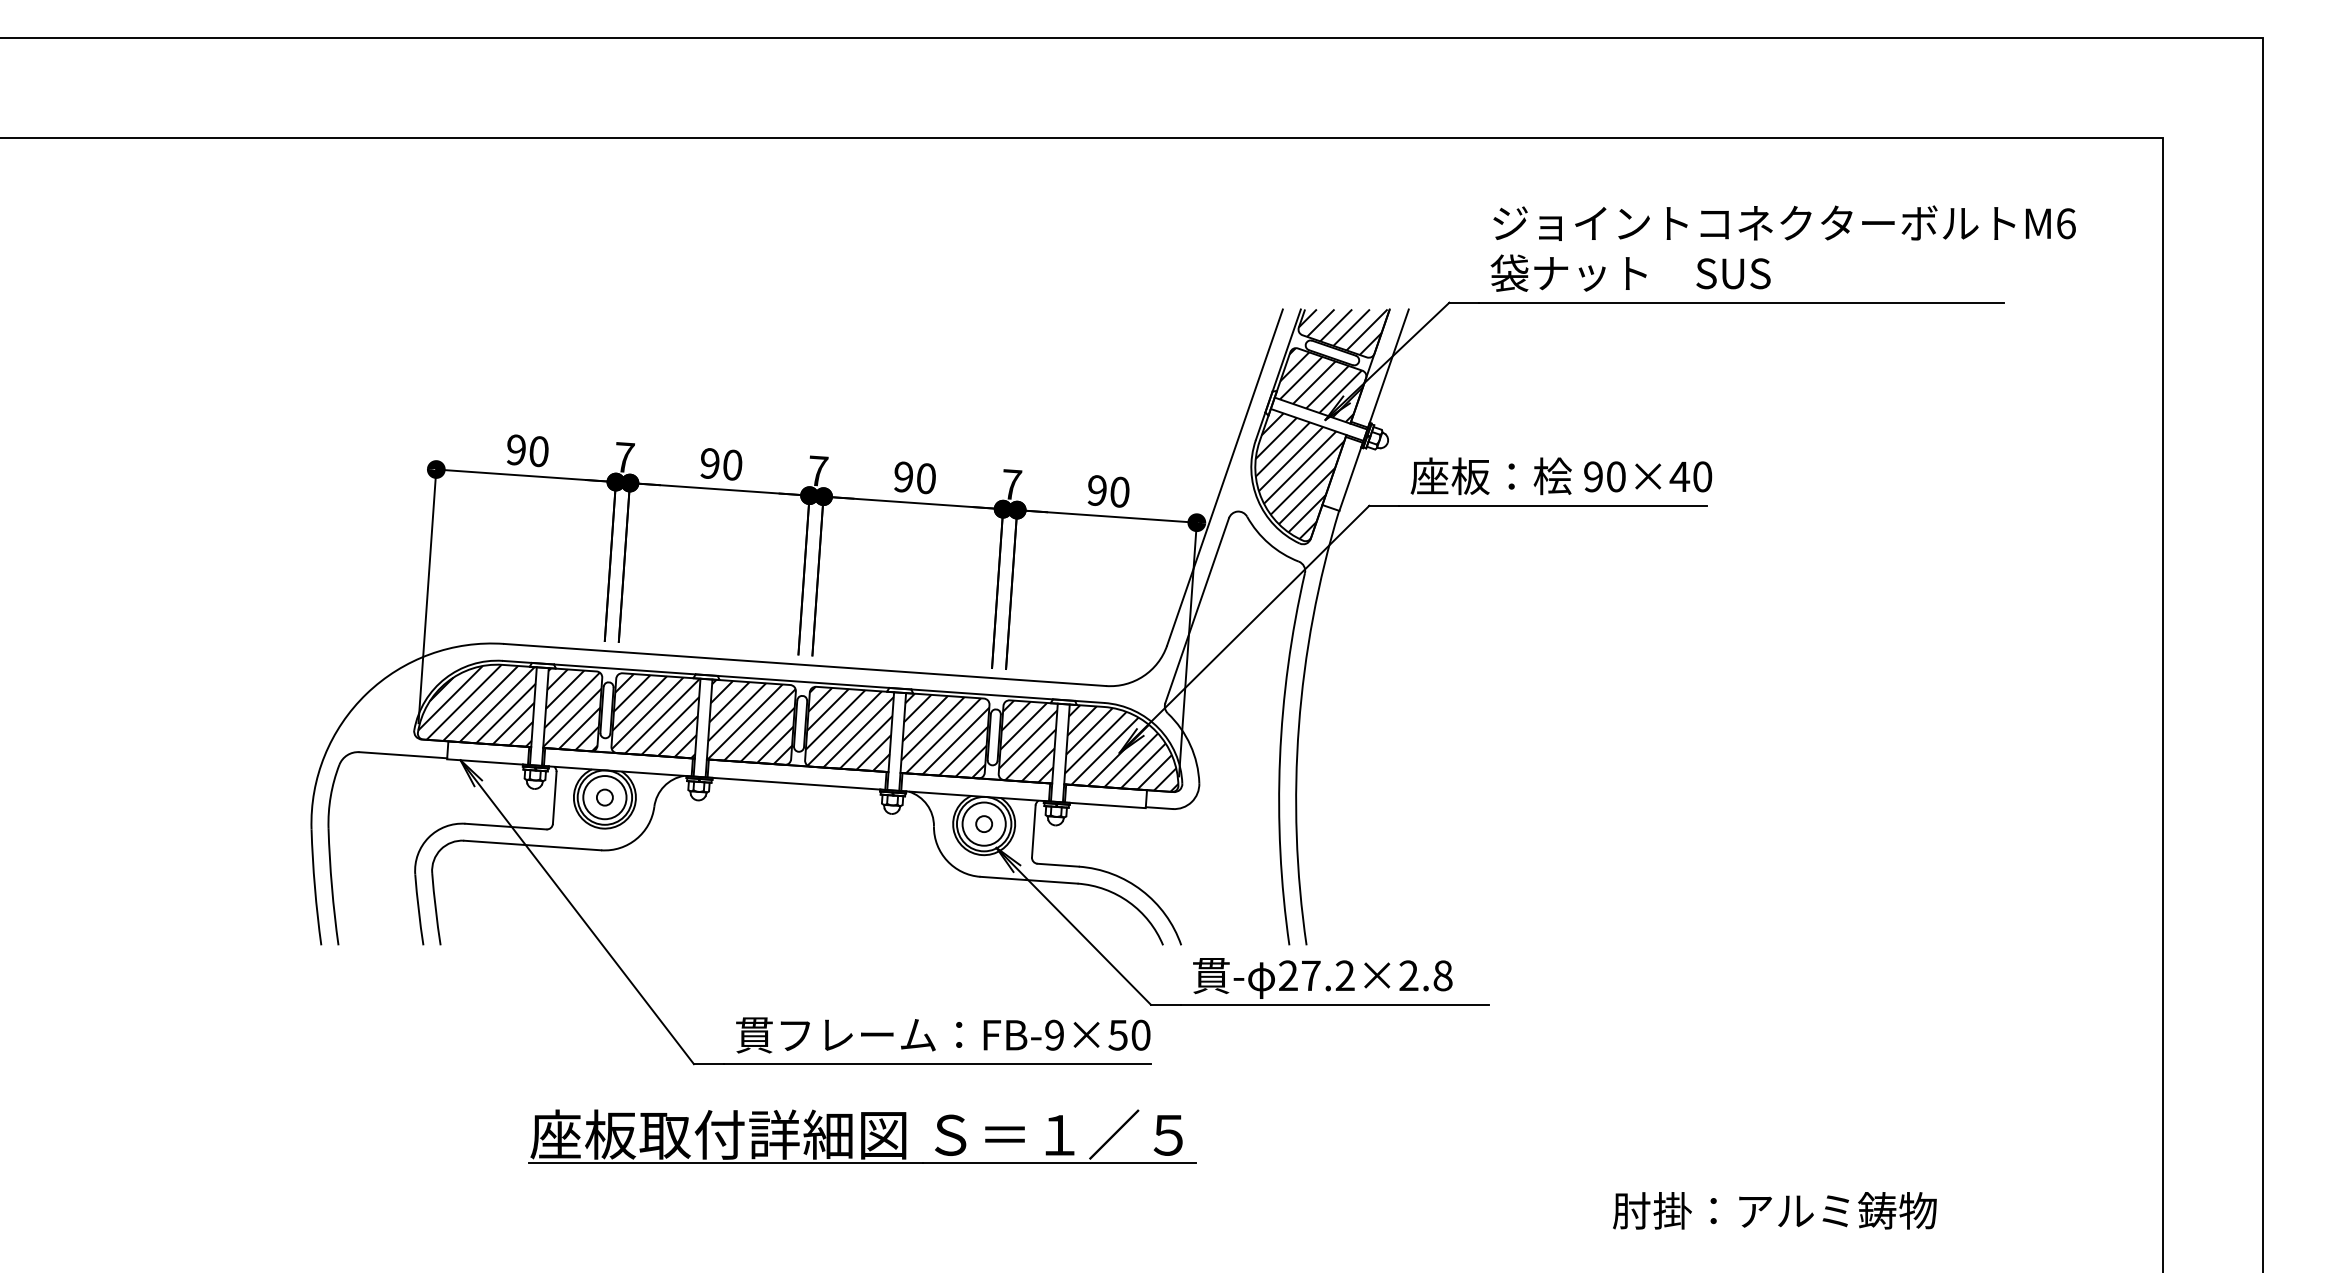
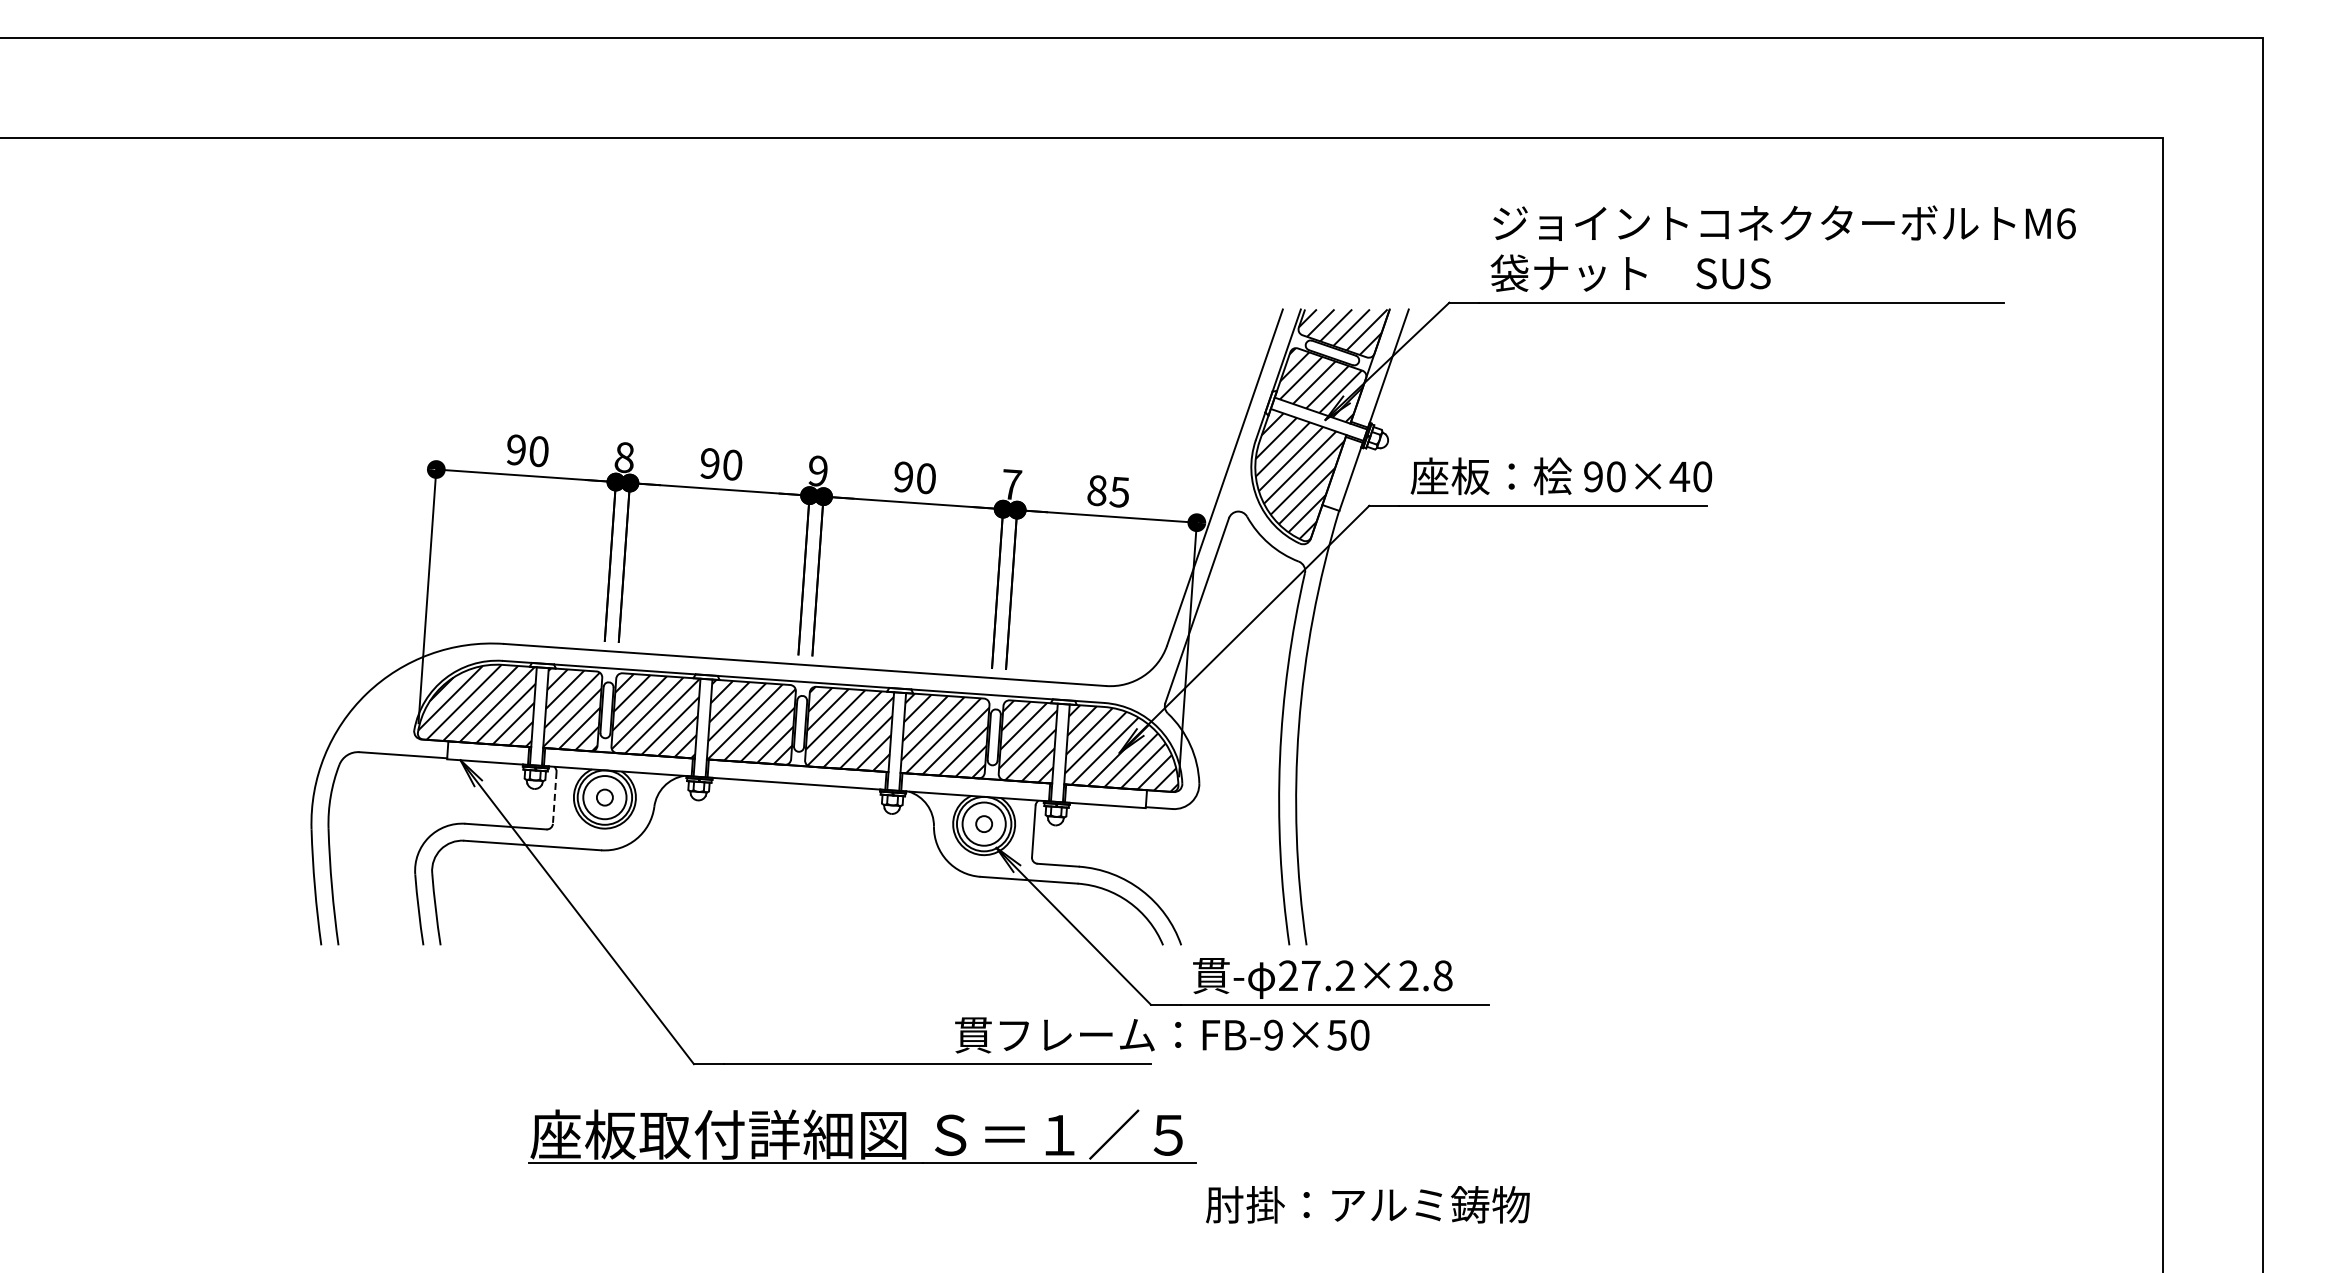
text at (624, 457): 7 -> 8
text at (818, 470): 7 -> 9
text at (1108, 491): 90 -> 85
line at (554, 798): solid -> dashed
text at (943, 1035) position: (943, 1035) -> (1162, 1035)
text at (1774, 1210) position: (1774, 1210) -> (1367, 1204)
